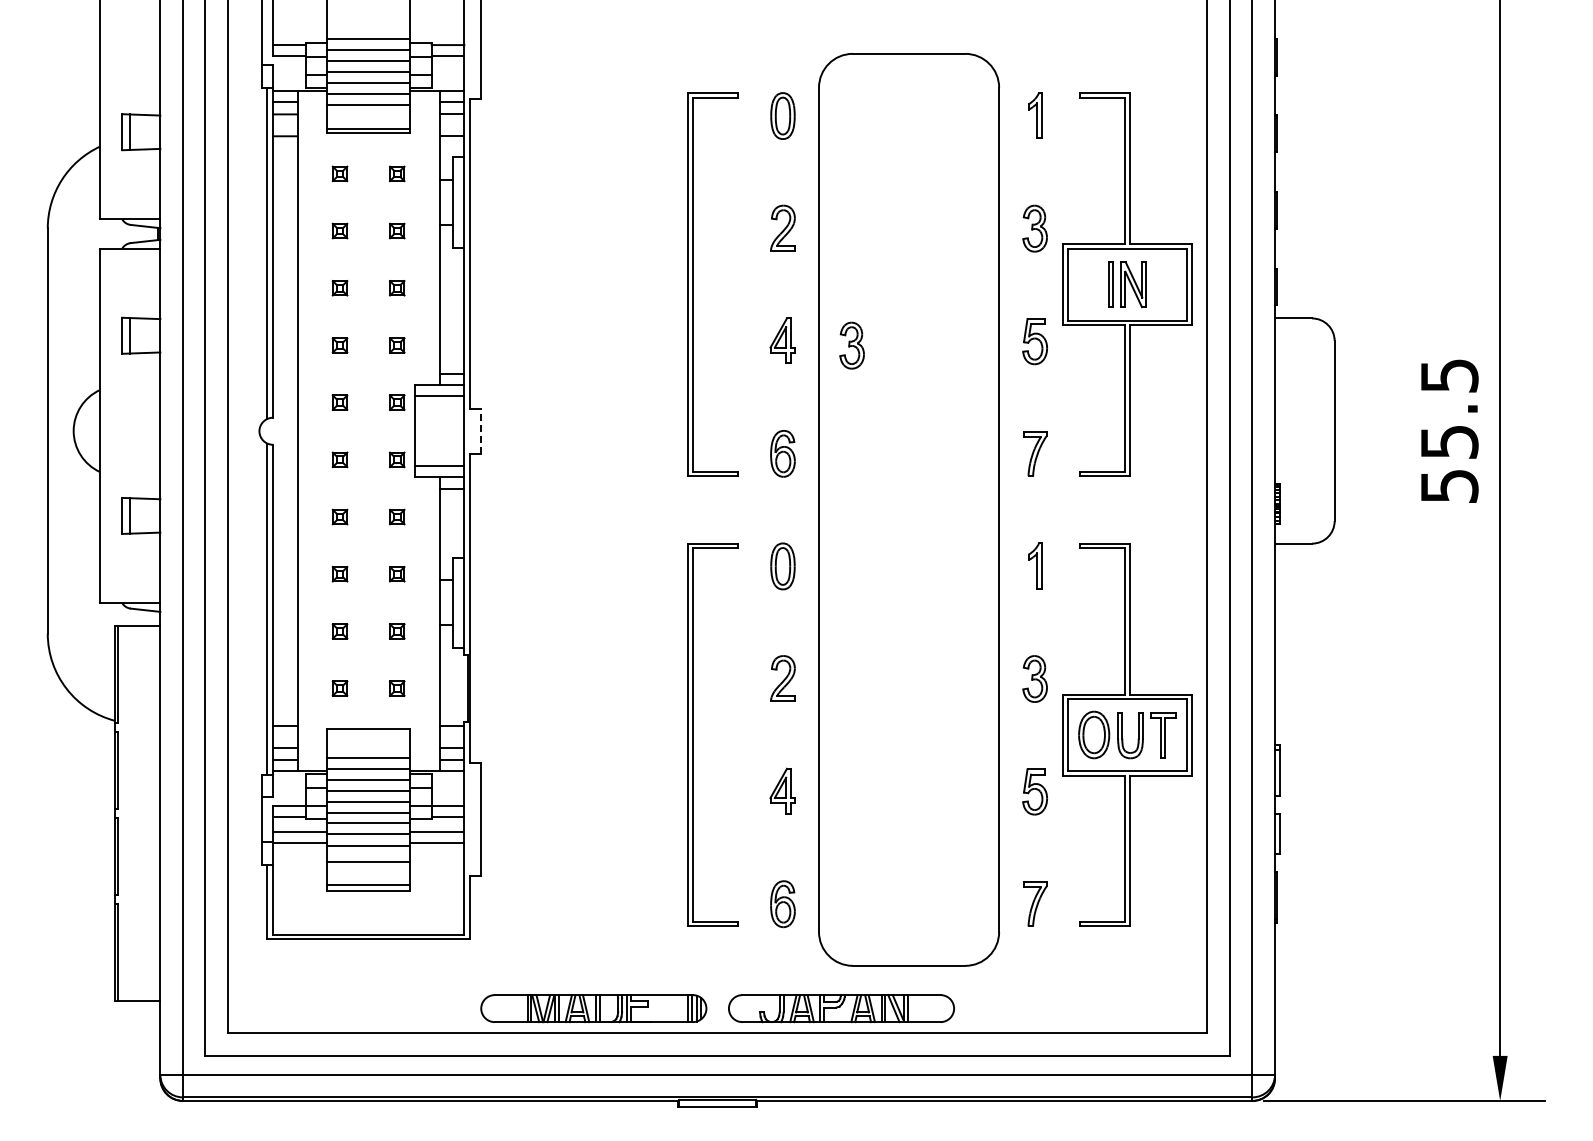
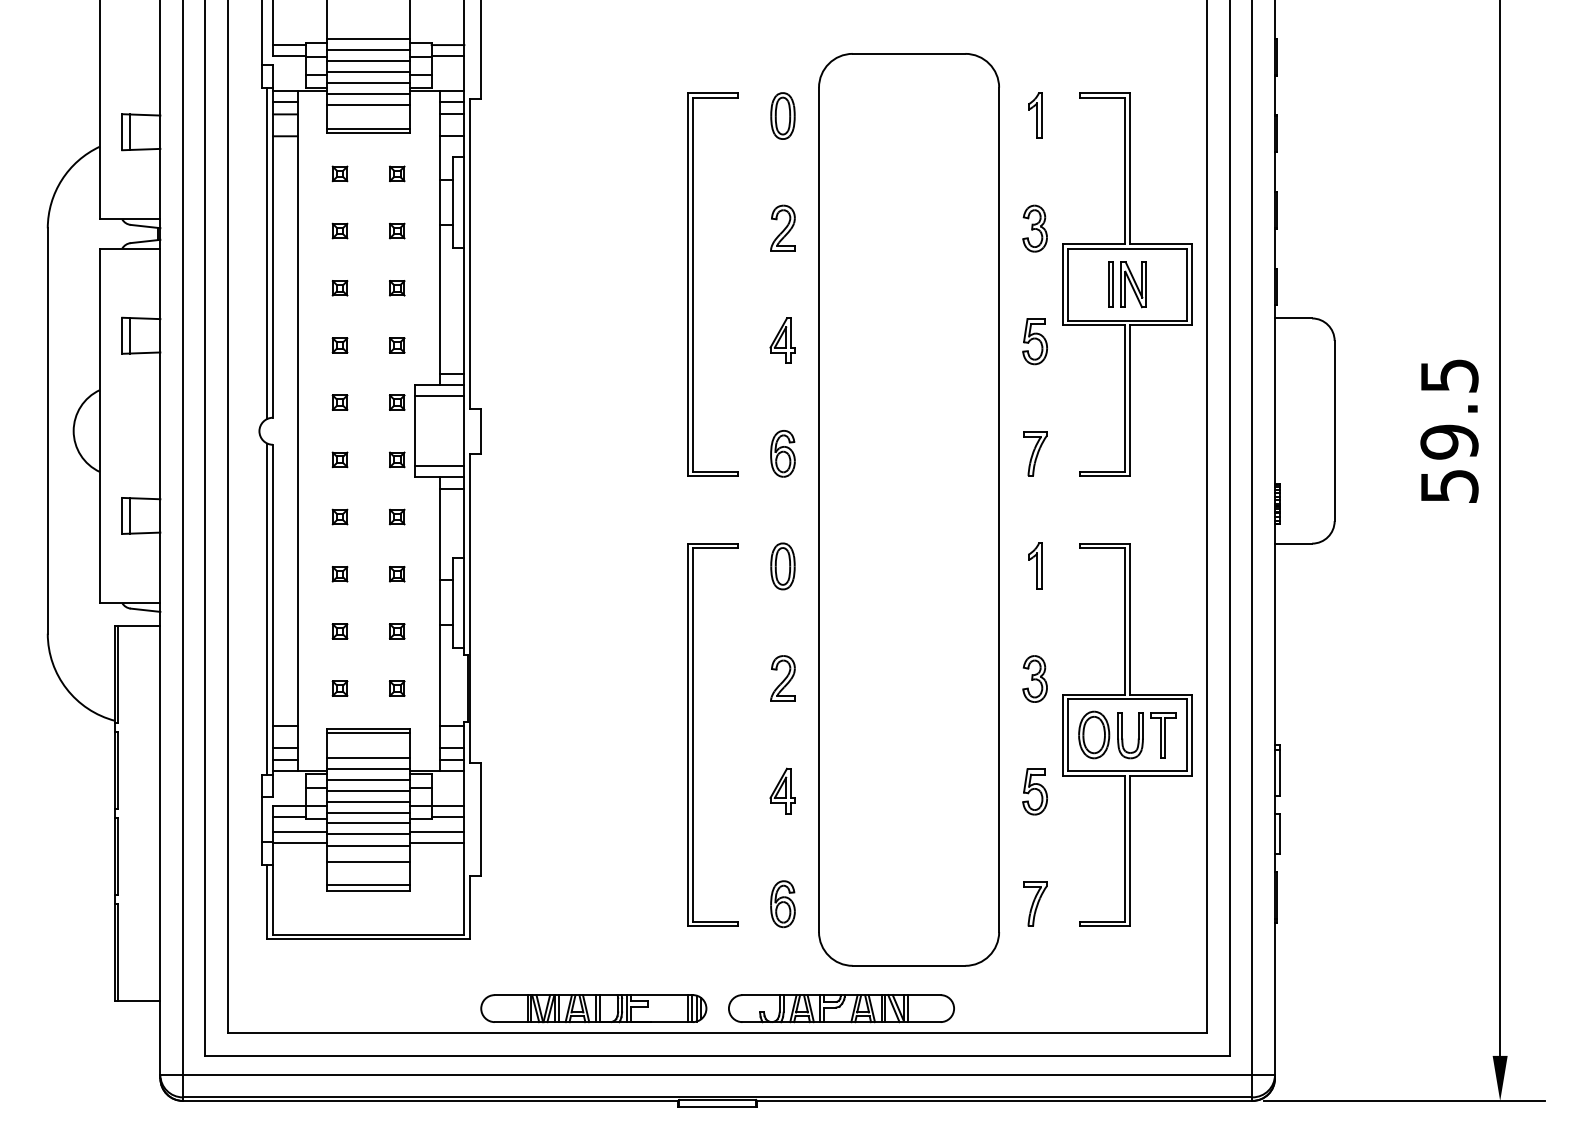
part at (851, 345): present -> none
line at (481, 431): dashed -> solid
text at (1449, 441): 55.5 -> 59.5
line at (368, 733): none -> present
